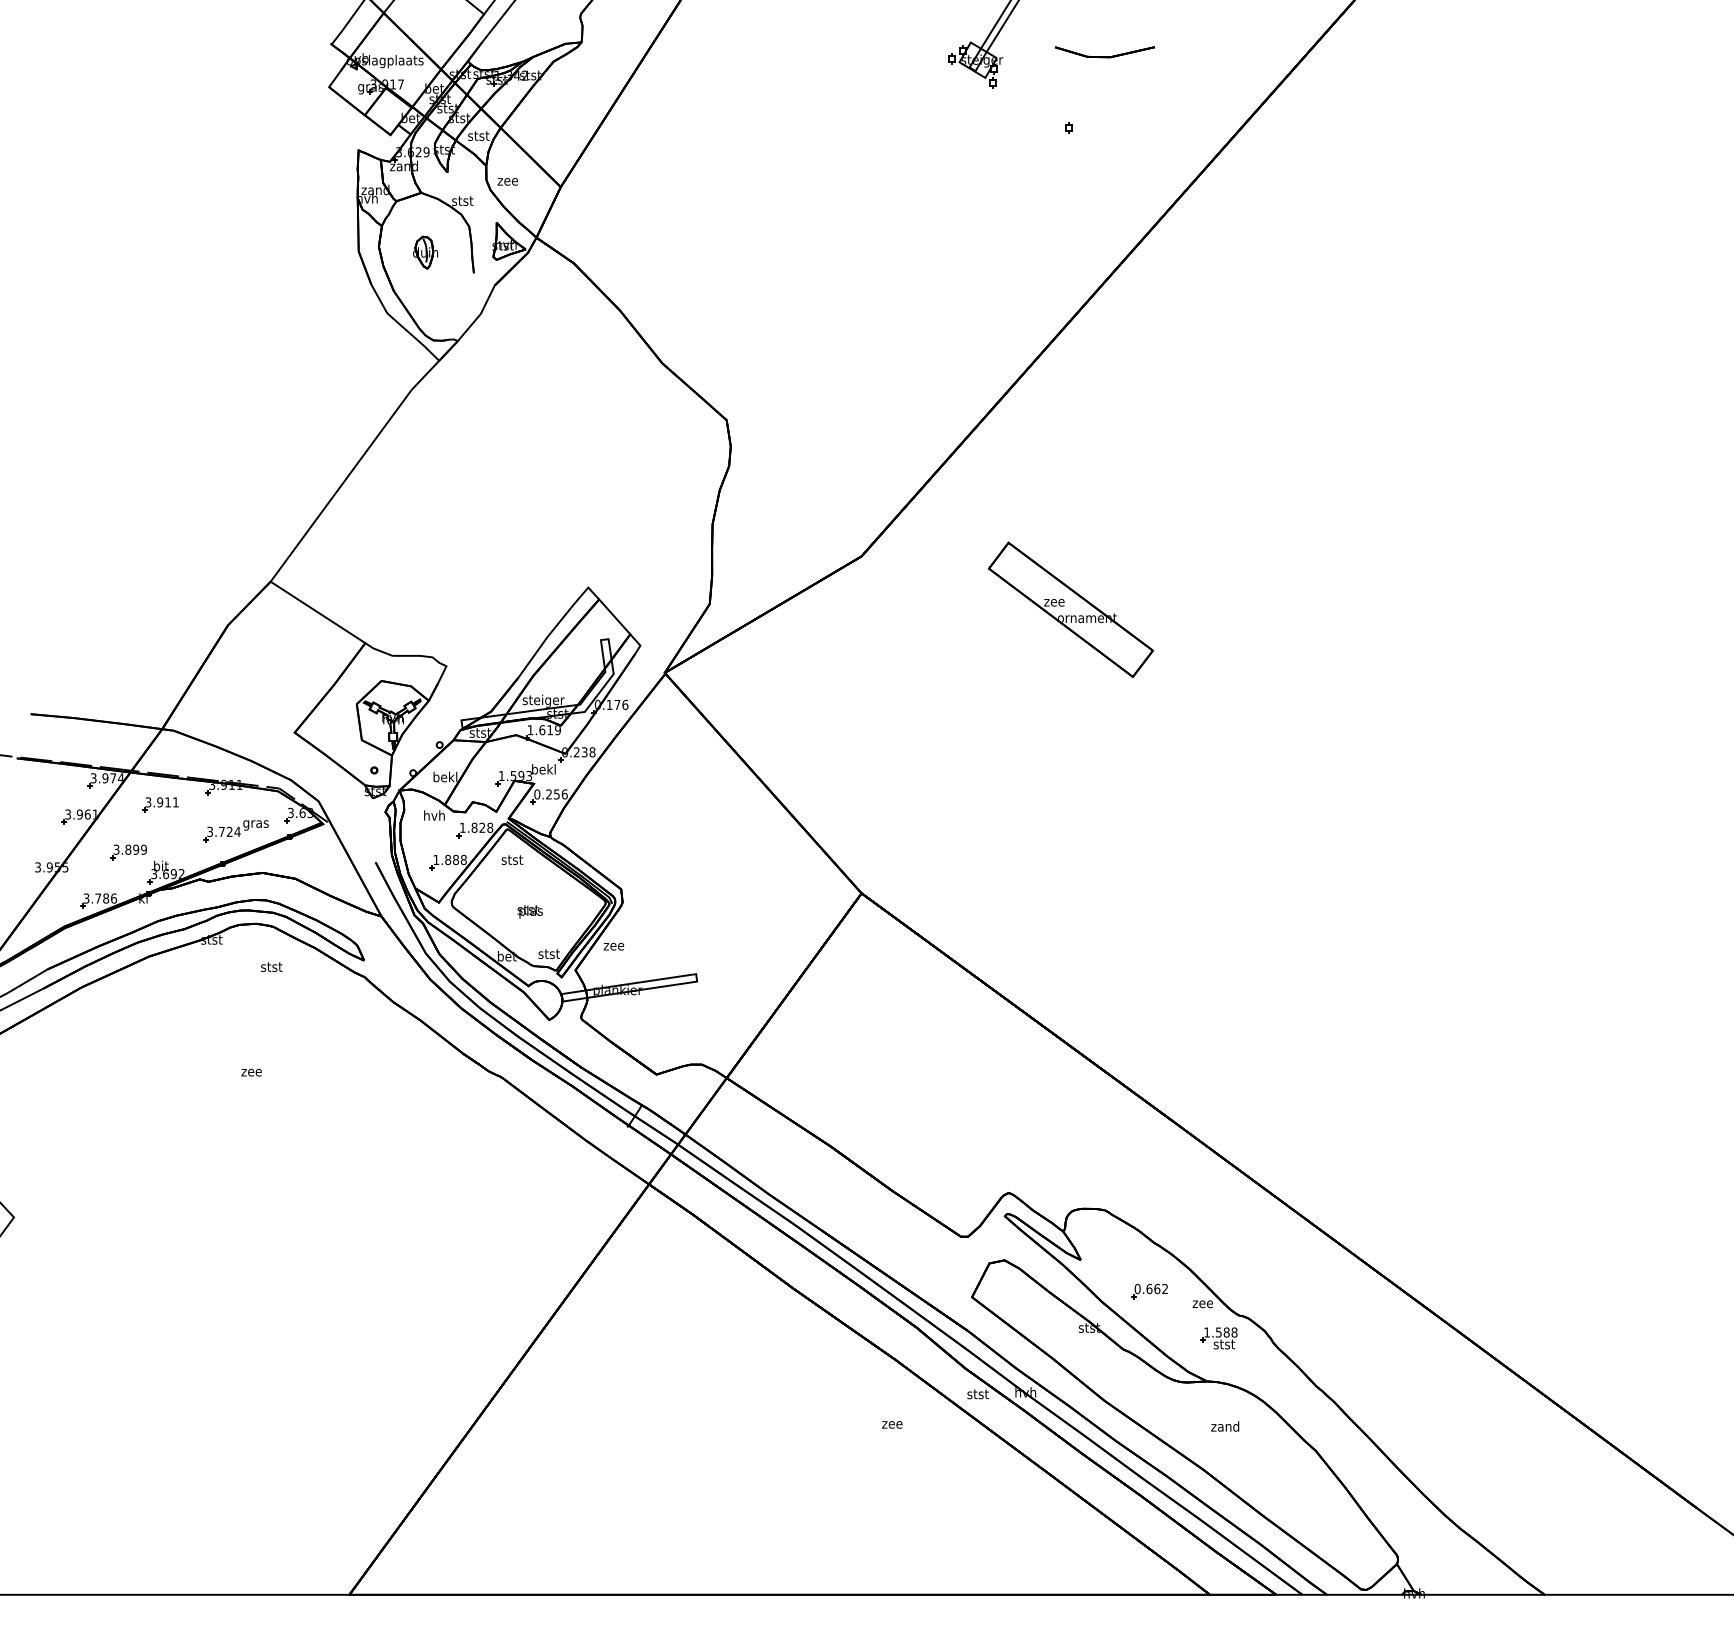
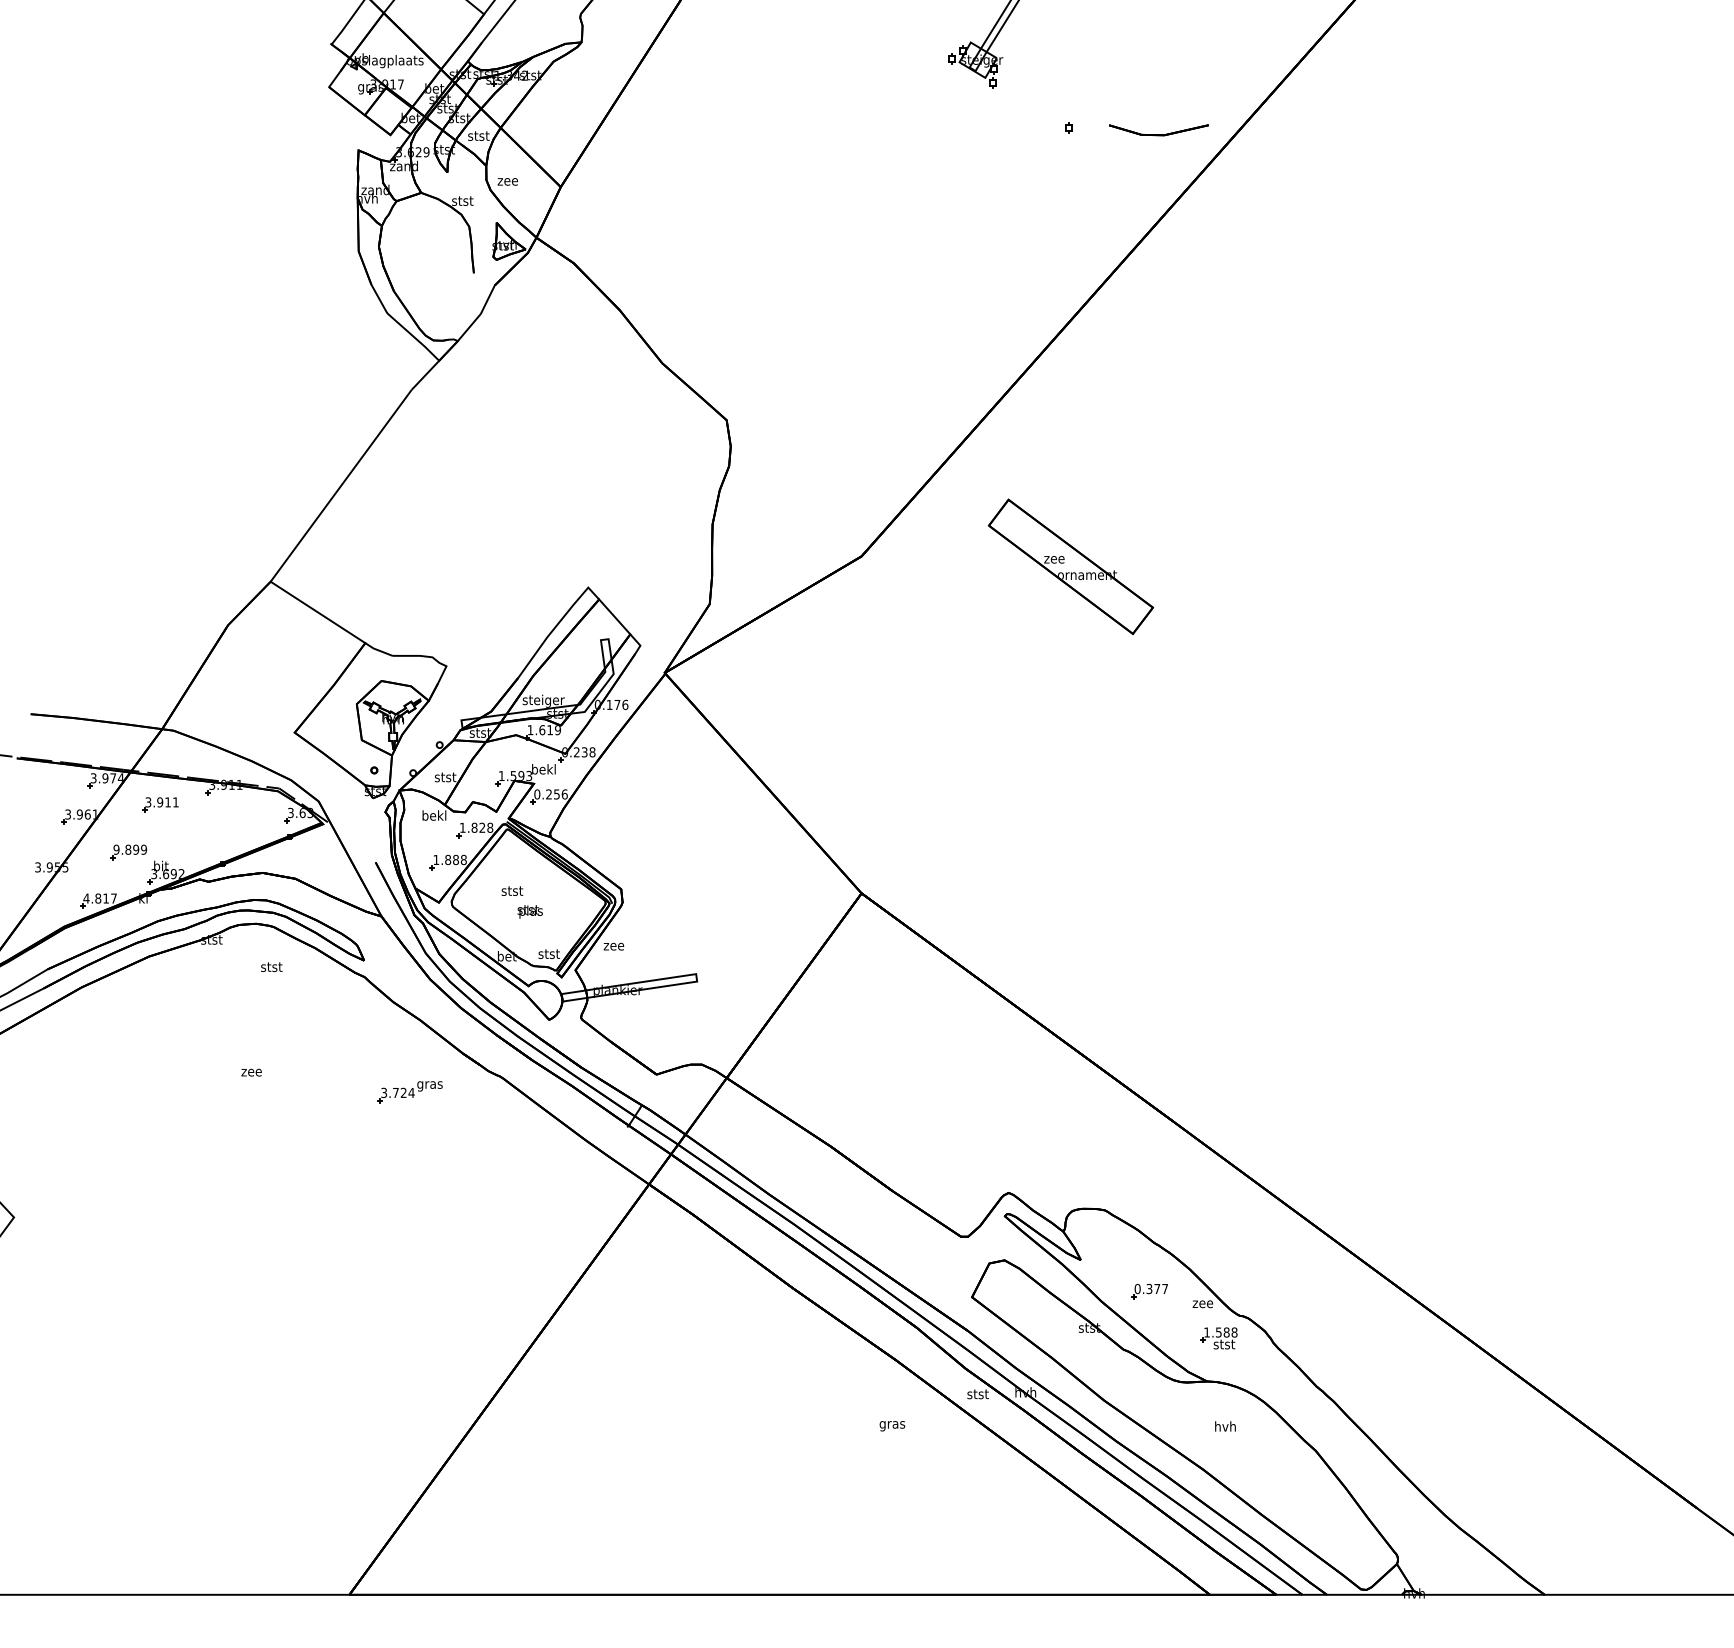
part at (1104, 52) position: (1104, 52) -> (1158, 130)
part at (425, 252): present -> none
part at (1070, 609) position: (1070, 609) -> (1070, 566)
text at (445, 776): bekl -> stst
text at (434, 815): hvh -> bekl
part at (235, 831) position: (235, 831) -> (409, 1092)
text at (116, 849): 3.899 -> 9.899
text at (512, 859) position: (512, 859) -> (512, 890)
text at (100, 898): 3.786 -> 4.817
text at (1156, 1288): 0.662 -> 0.377
text at (892, 1426): zee -> gras
text at (1225, 1426): zand -> hvh
